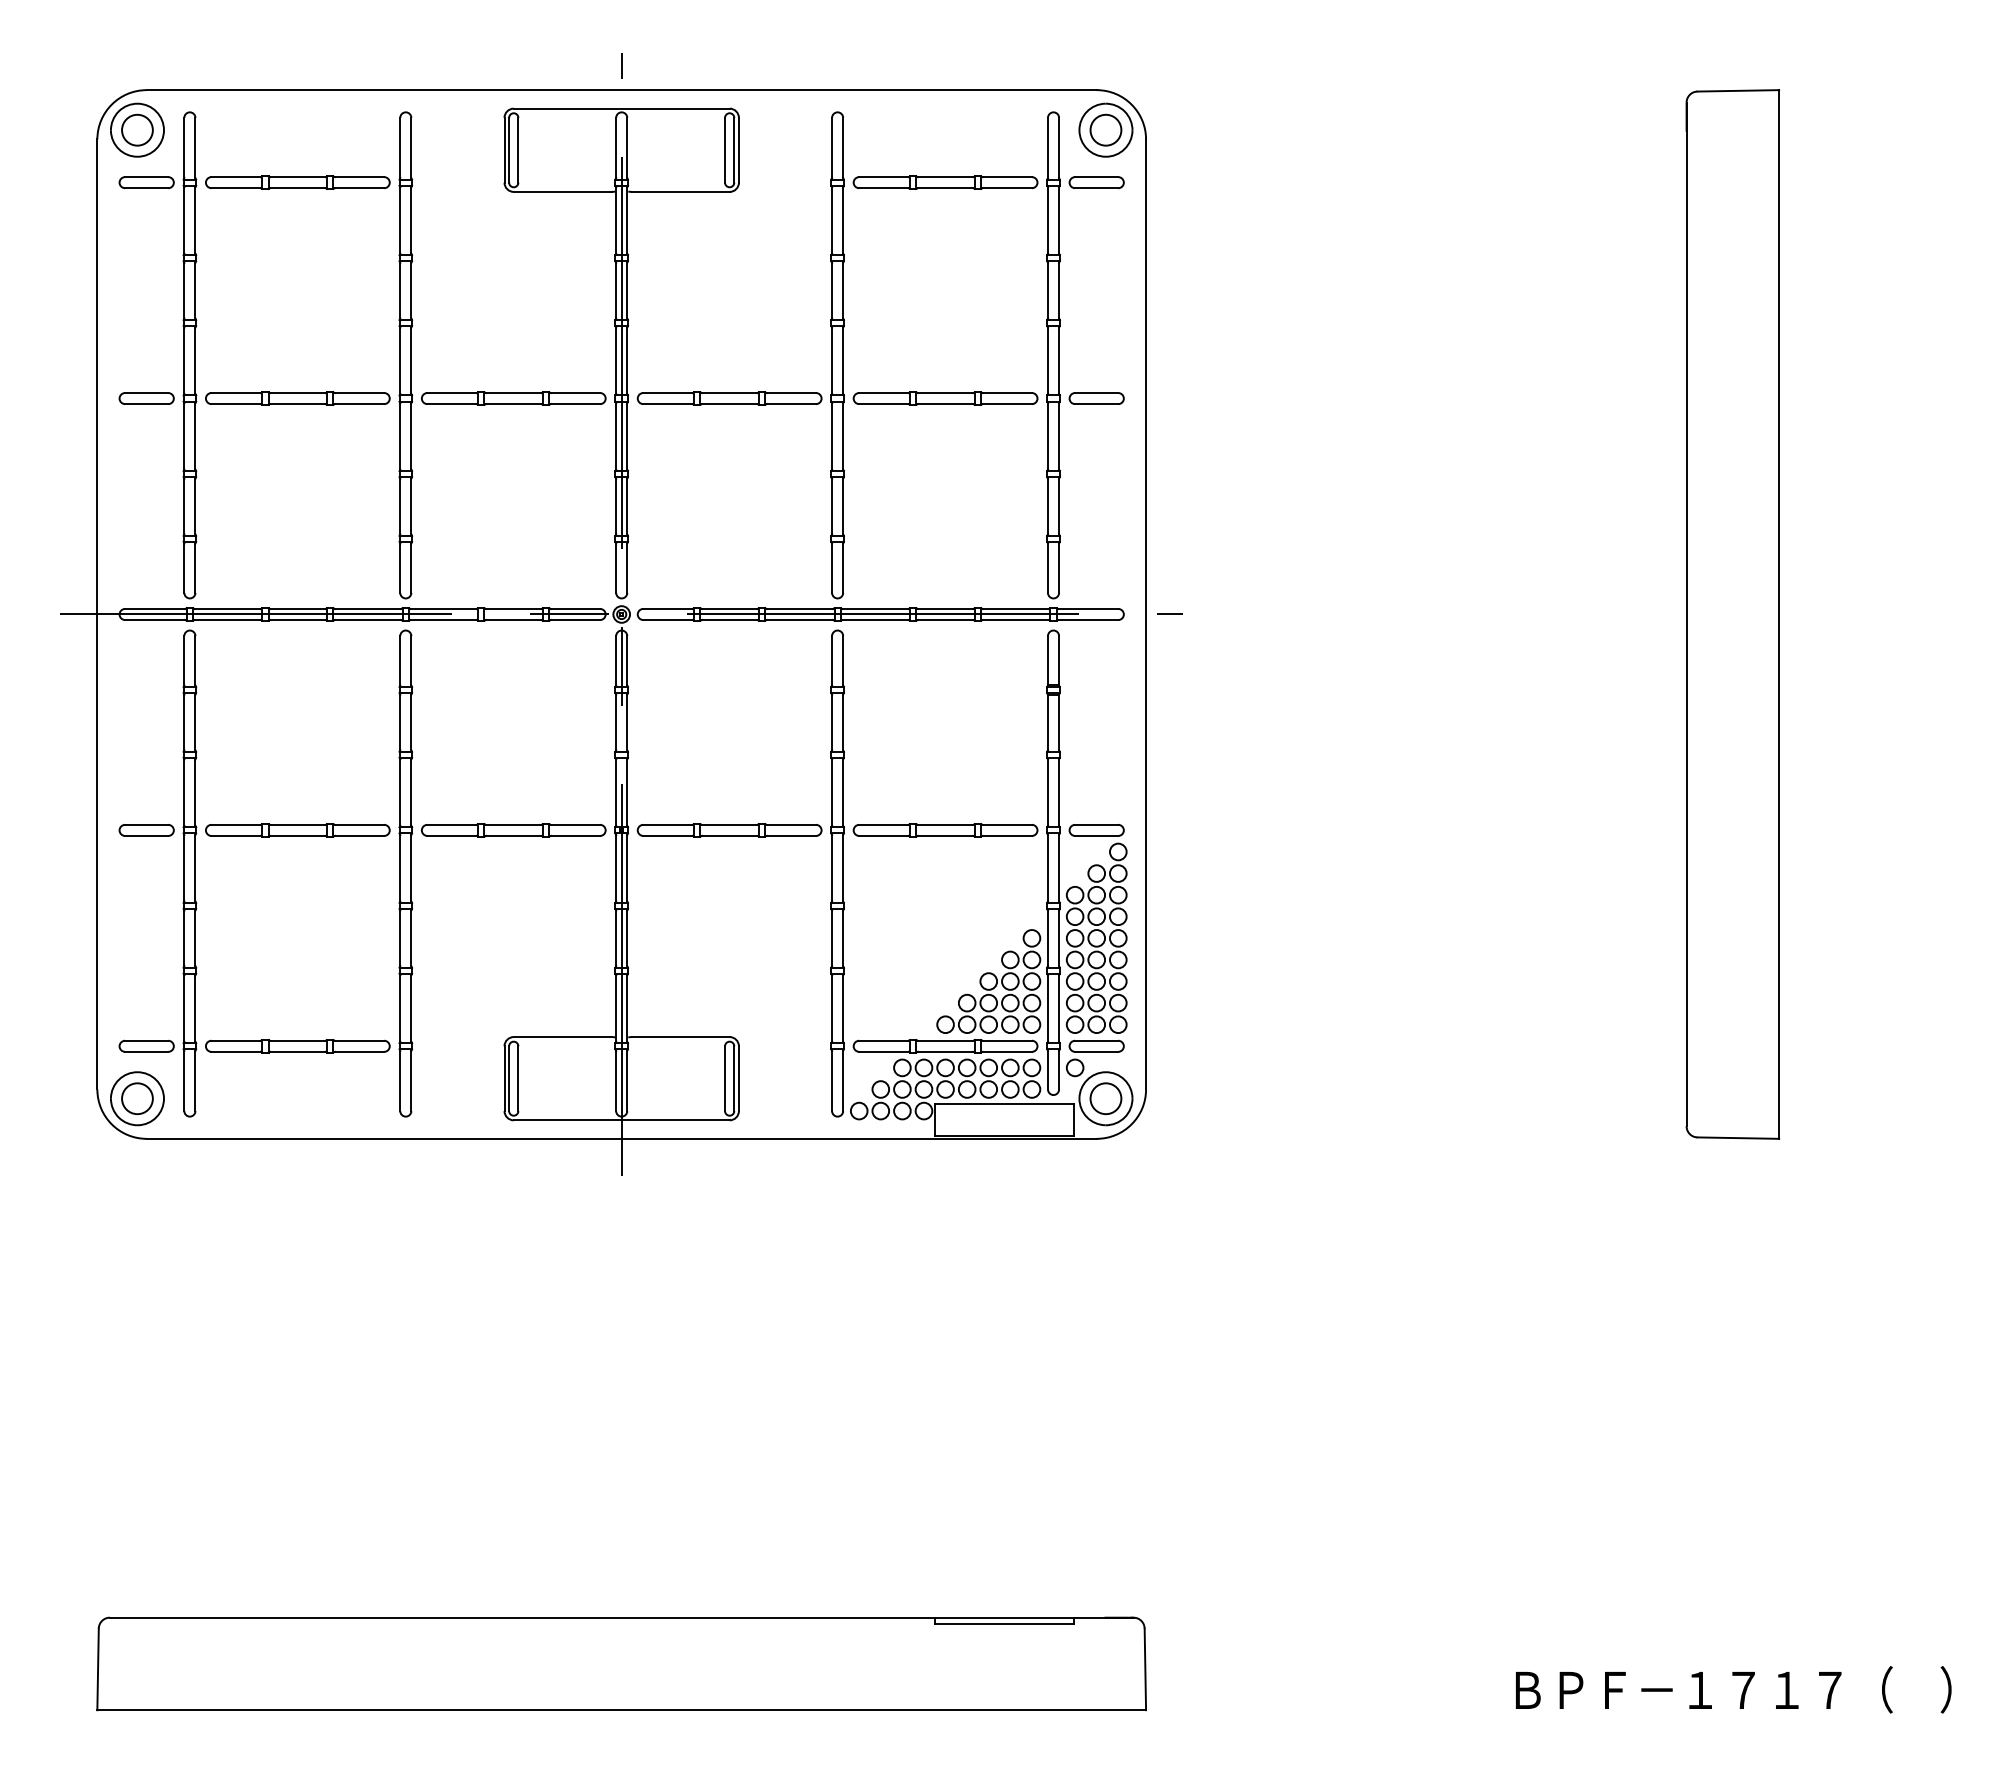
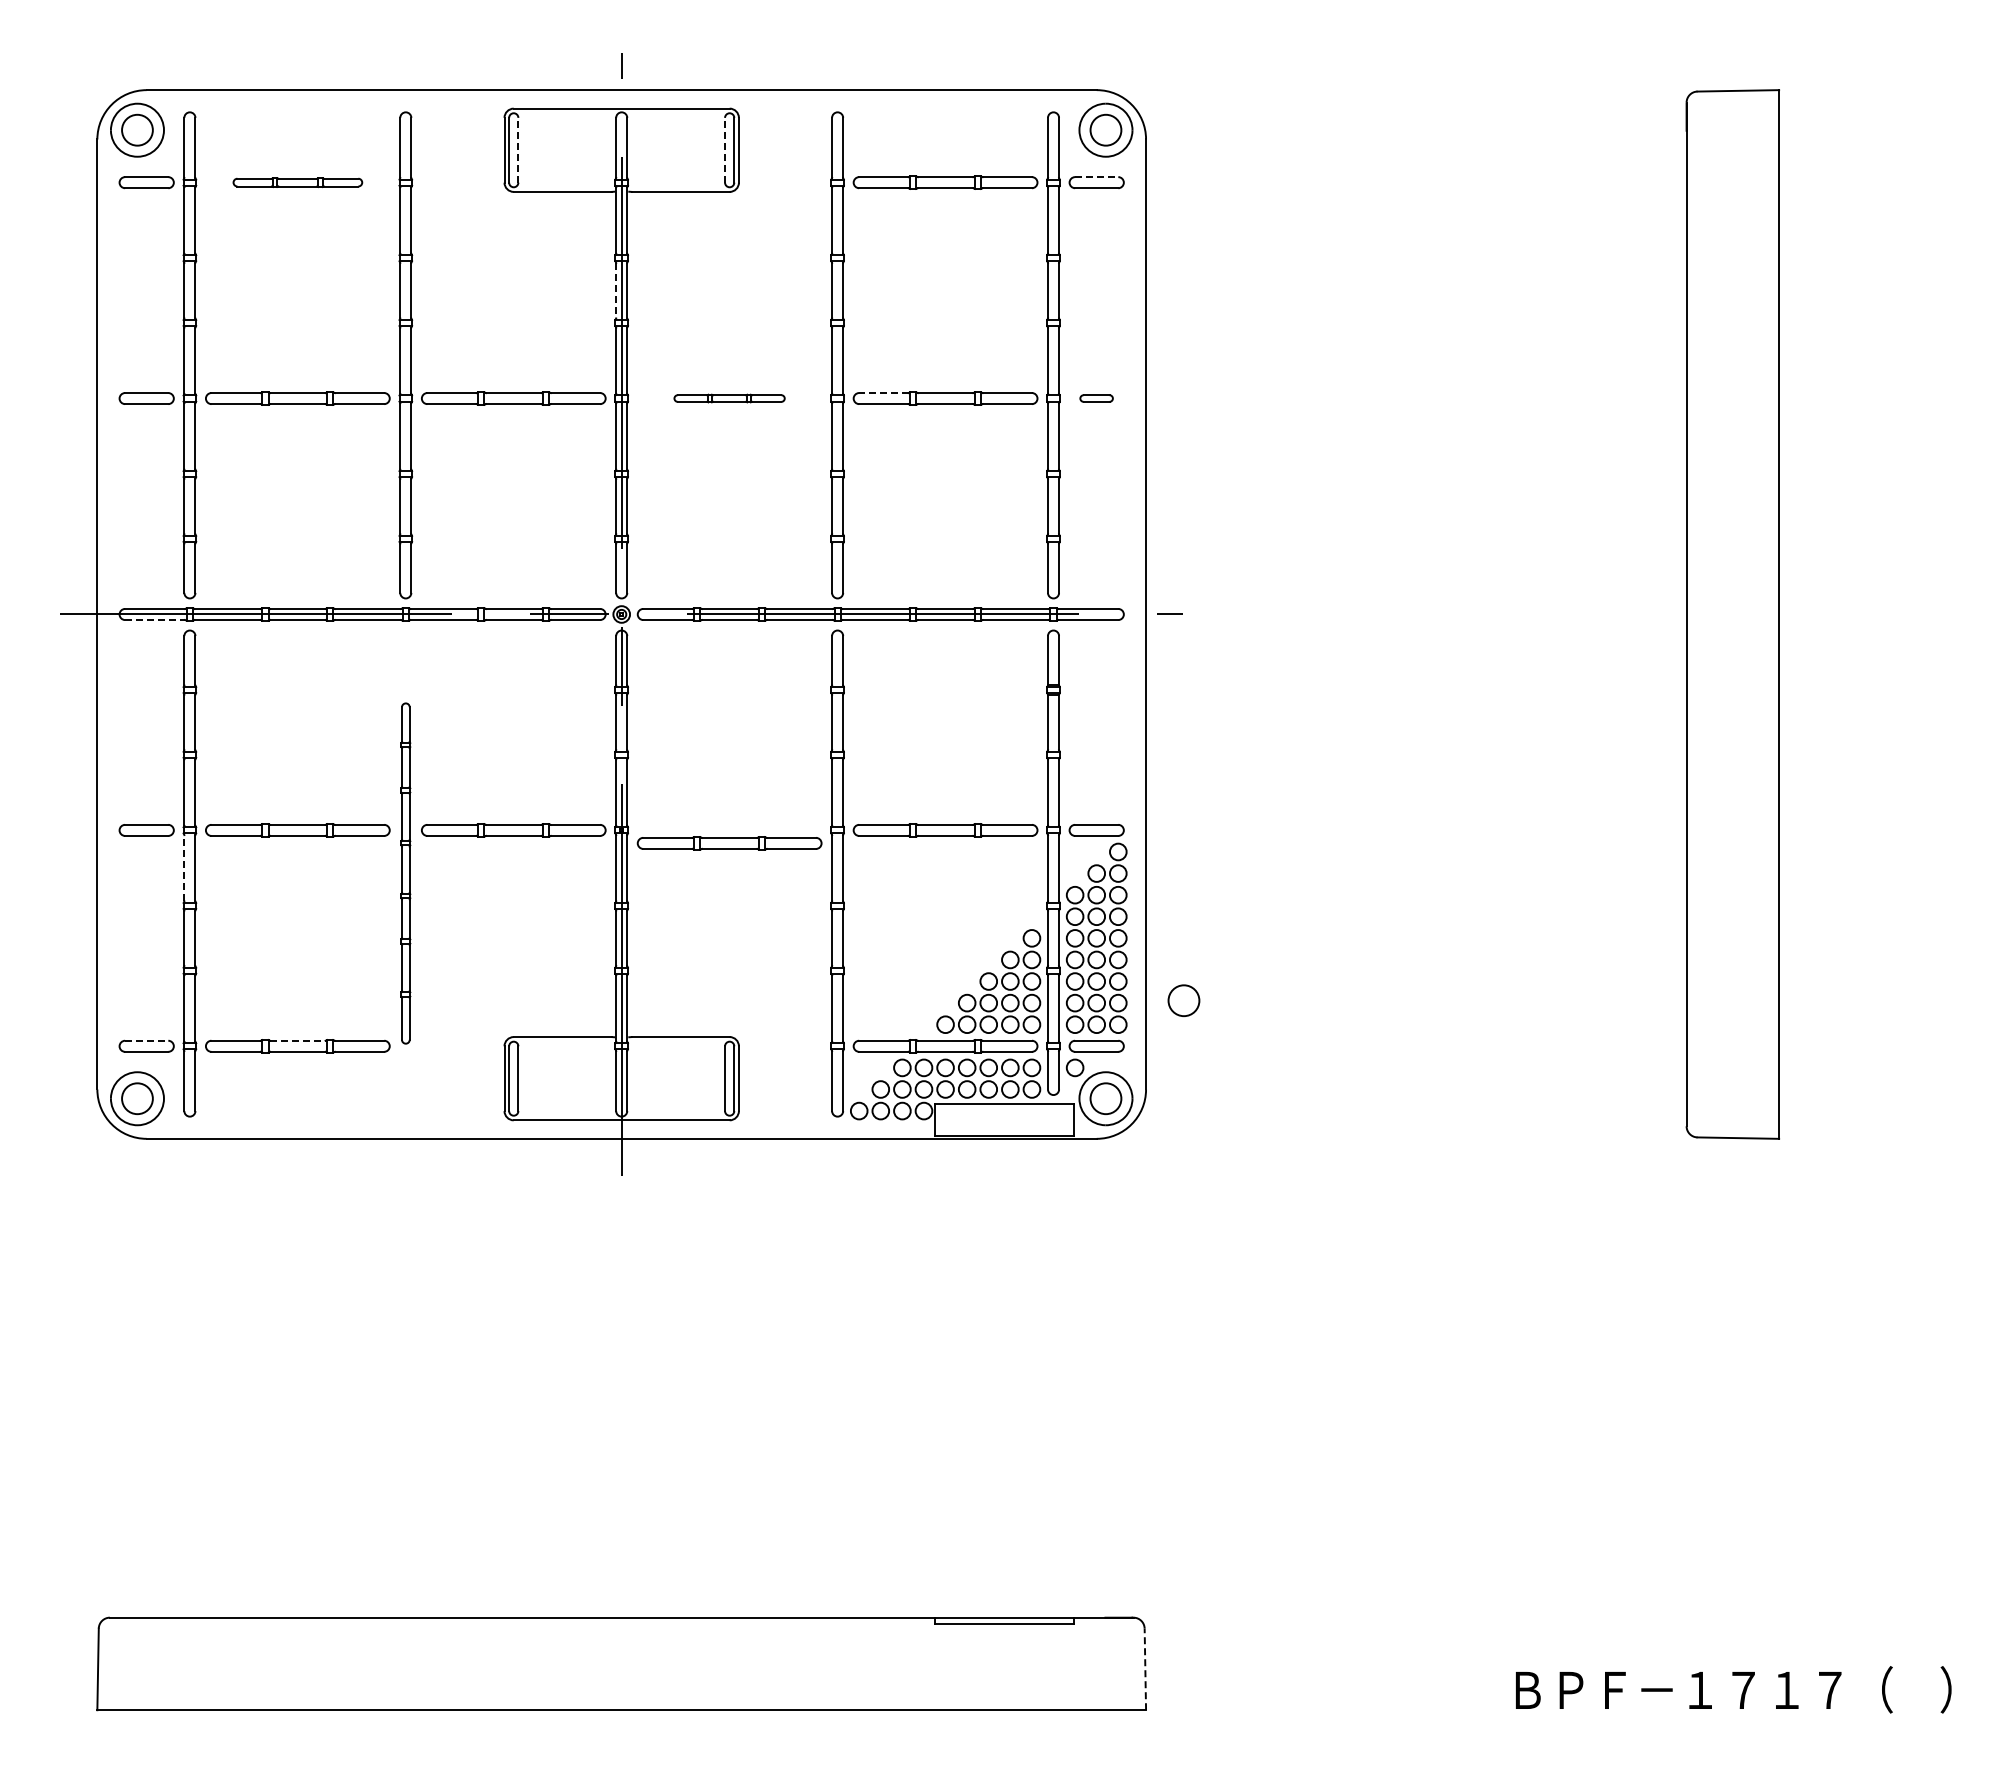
line at (518, 149): solid -> dashed
line at (725, 149): solid -> dashed
line at (1096, 177): solid -> dashed
part at (297, 182) size: 186x15 px -> 132x11 px
line at (616, 290): solid -> dashed
line at (883, 393): solid -> dashed
part at (729, 398) size: 187x15 px -> 113x11 px
part at (1096, 398) size: 57x13 px -> 35x9 px
line at (155, 620): solid -> dashed
part at (729, 830) position: (729, 830) -> (729, 843)
line at (184, 867): solid -> dashed
part at (405, 873) size: 16x489 px -> 12x343 px
circle at (1183, 1000): none -> present
line at (146, 1040): solid -> dashed
line at (297, 1040): solid -> dashed
line at (1145, 1669): solid -> dashed
